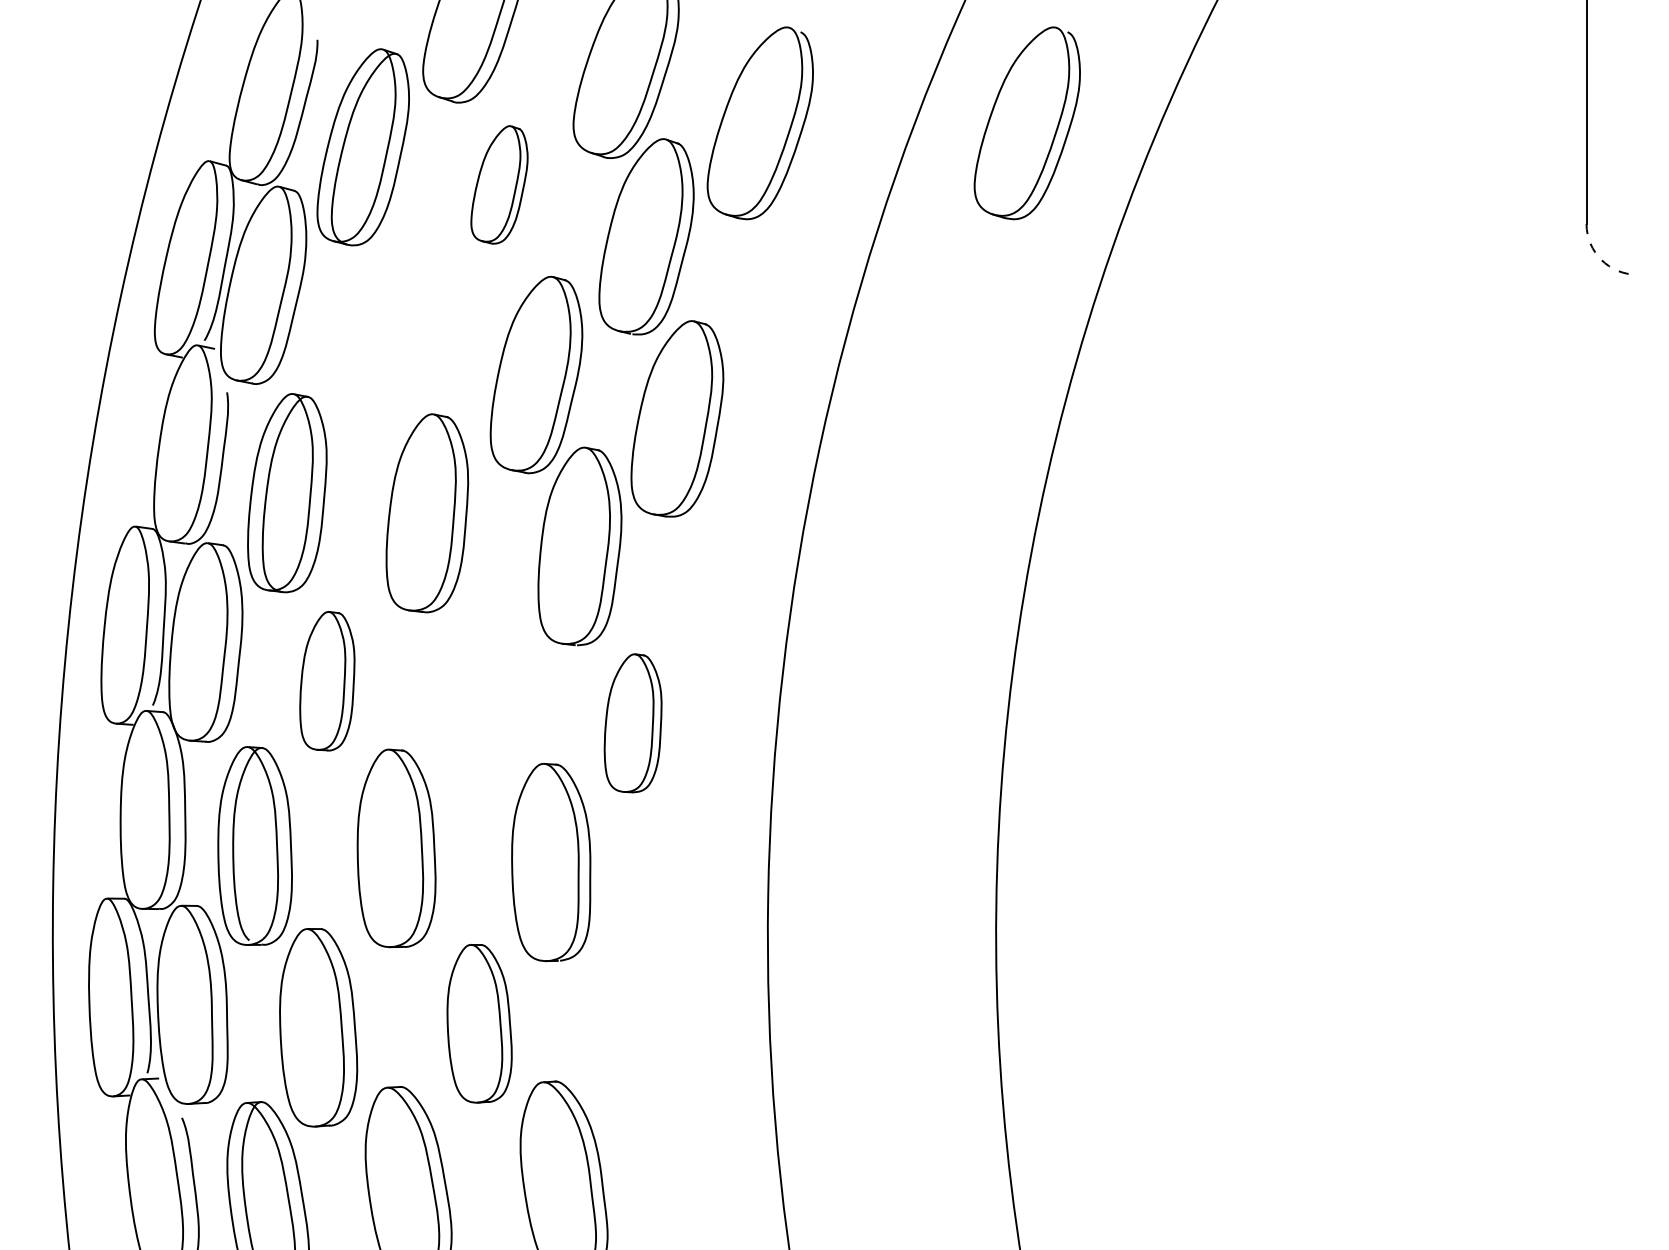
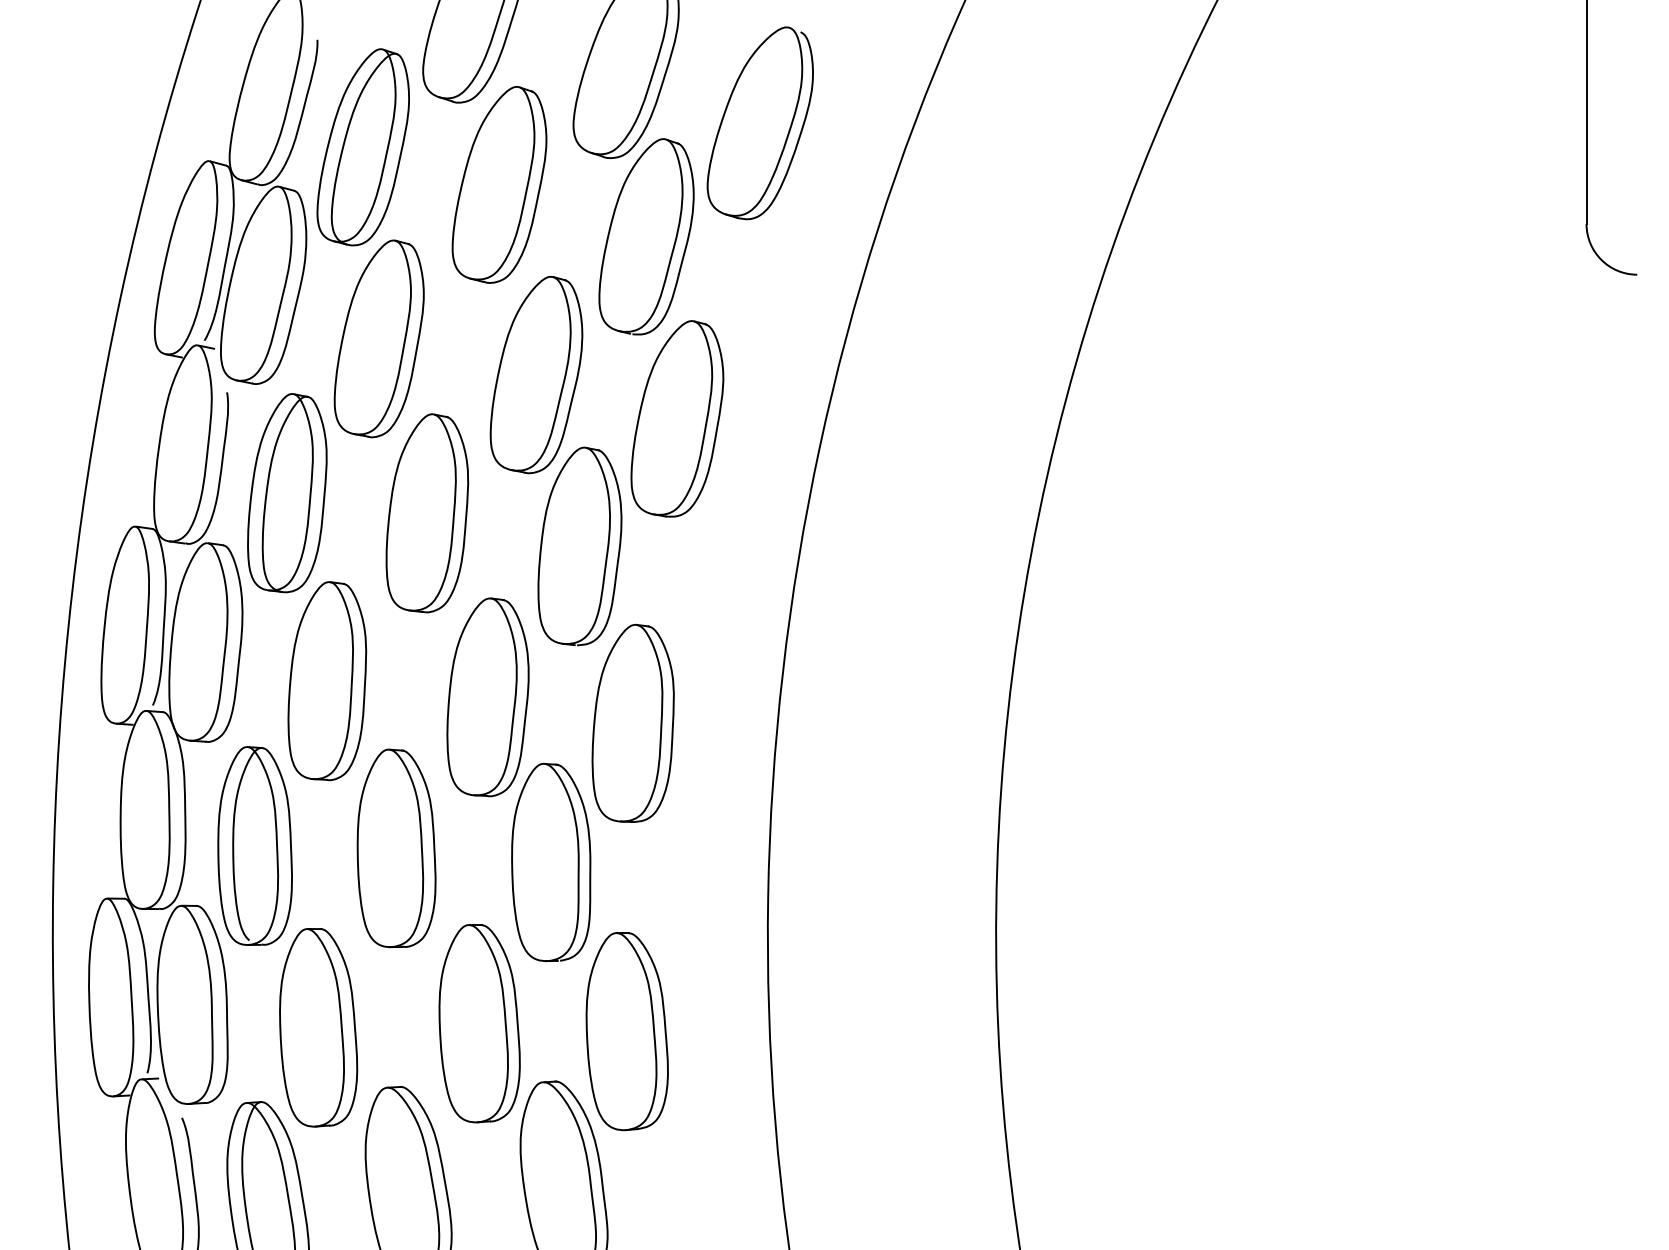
part at (1026, 123): present -> none
part at (499, 184) size: 59x120 px -> 97x198 px
arc at (1601, 259): dashed -> solid
part at (378, 338): none -> present
part at (327, 681) size: 57x141 px -> 81x201 px
part at (487, 697): none -> present
part at (632, 723) size: 60x141 px -> 84x200 px
part at (479, 1023) size: 67x160 px -> 83x200 px
part at (626, 1031): none -> present
